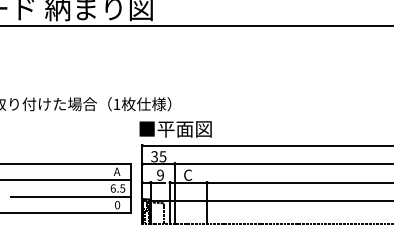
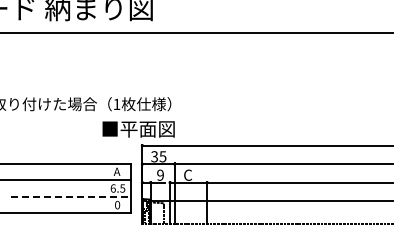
line at (196, 26) position: (196, 26) -> (196, 33)
text at (175, 129) position: (175, 129) -> (138, 129)
line at (71, 196): solid -> dashed
